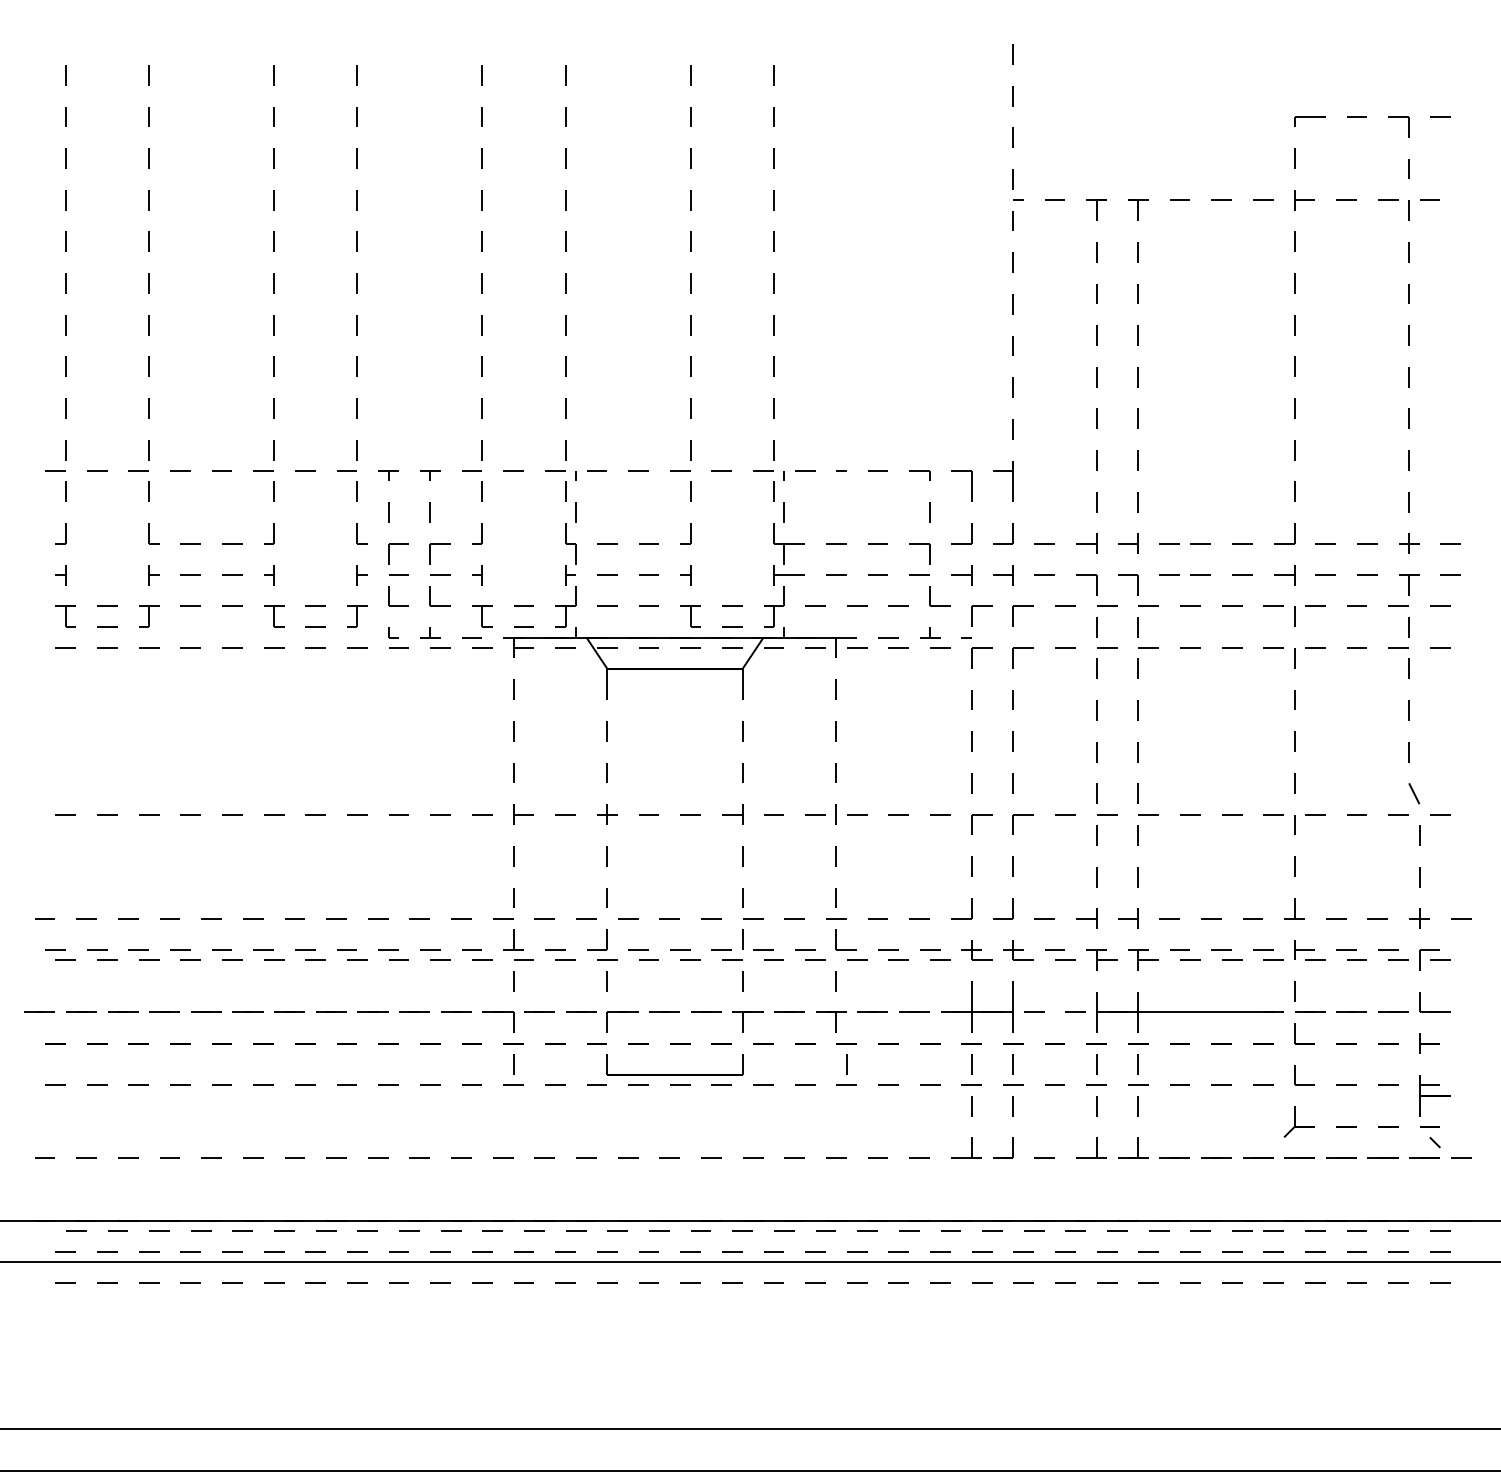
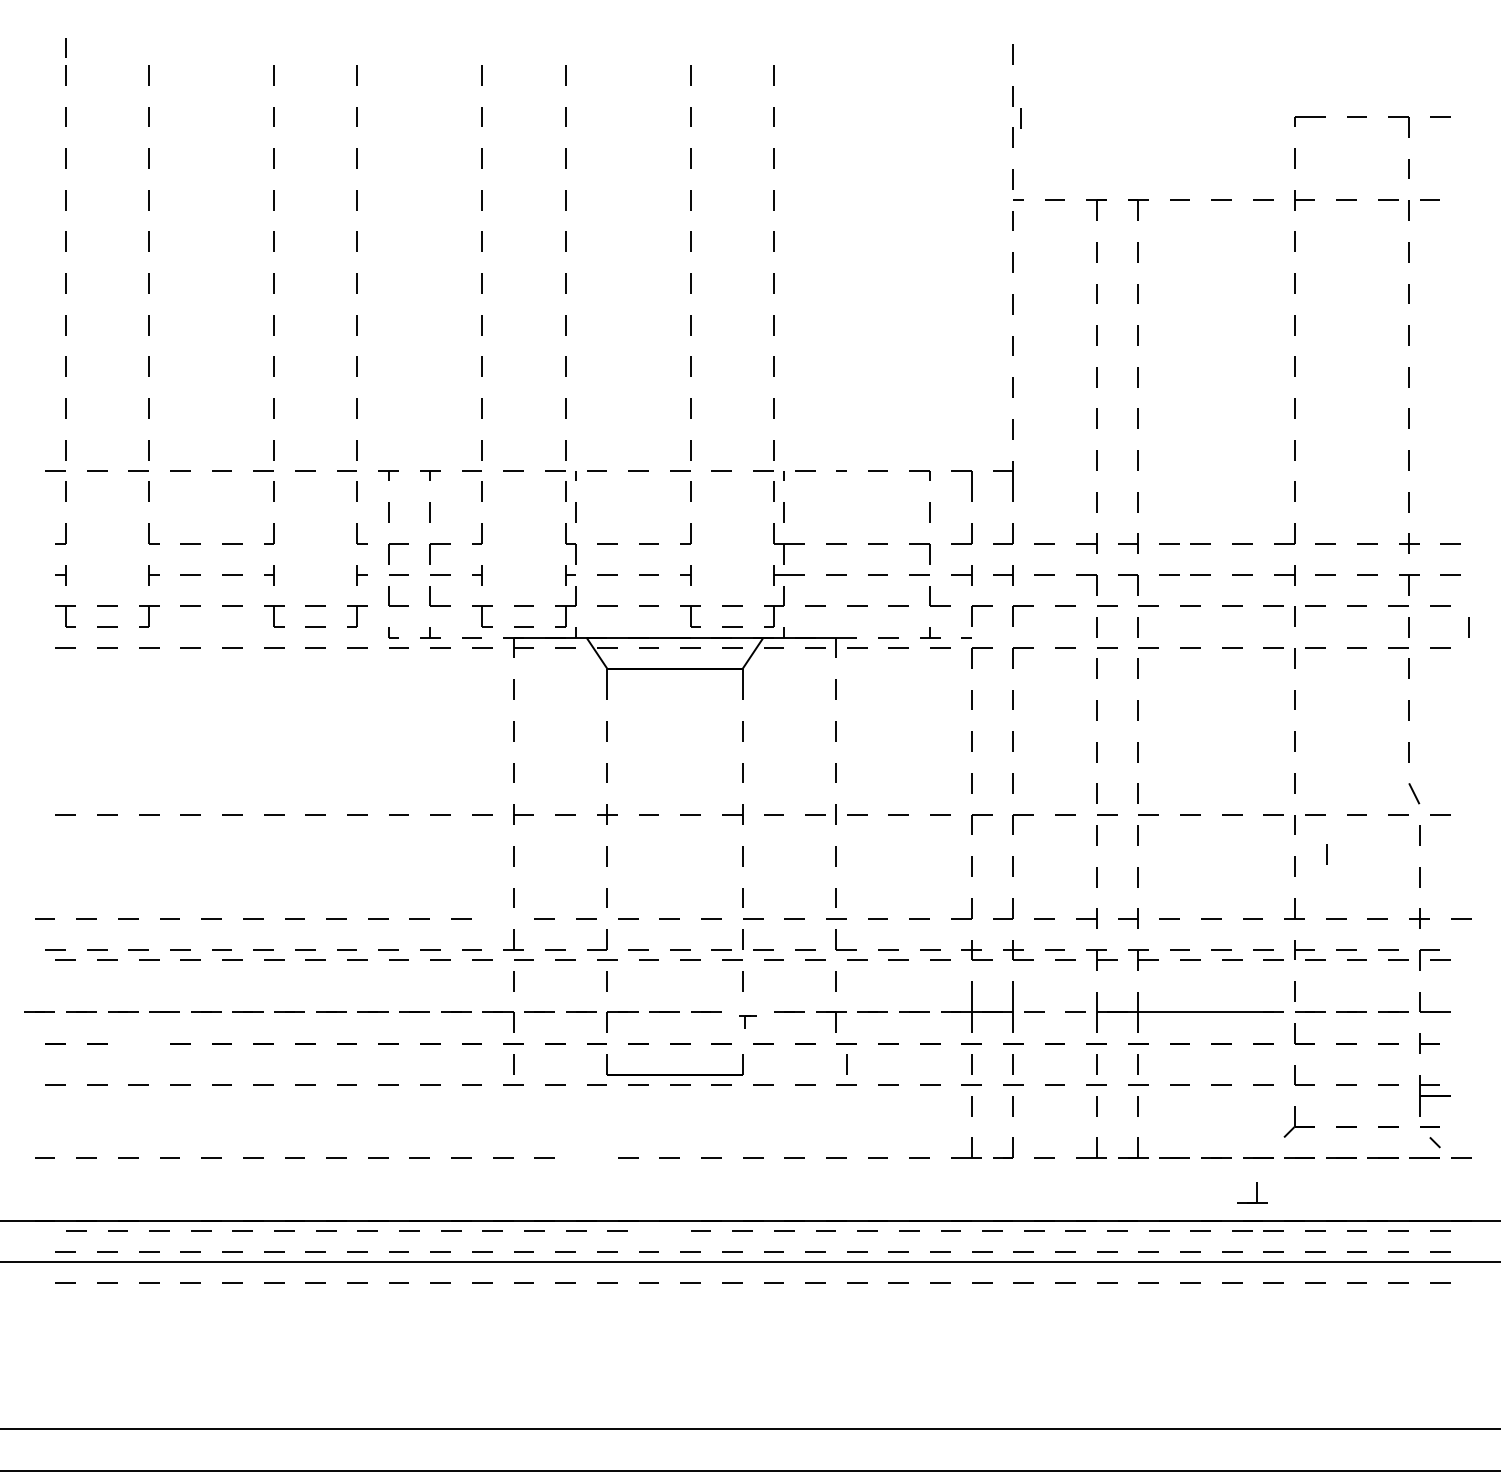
line at (65, 47): none -> present
line at (1020, 118): none -> present
line at (1468, 627): none -> present
line at (1326, 854): none -> present
line at (503, 918): present -> none
part at (747, 1021) size: 32x22 px -> 18x14 px
line at (138, 1043): present -> none
line at (586, 1157): present -> none
part at (1252, 1192): none -> present
line at (659, 1230): present -> none
